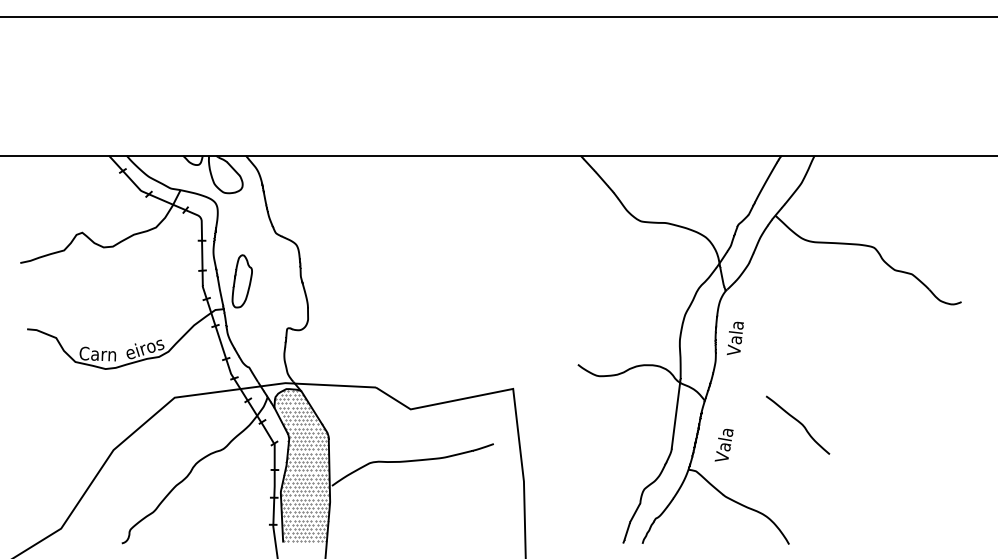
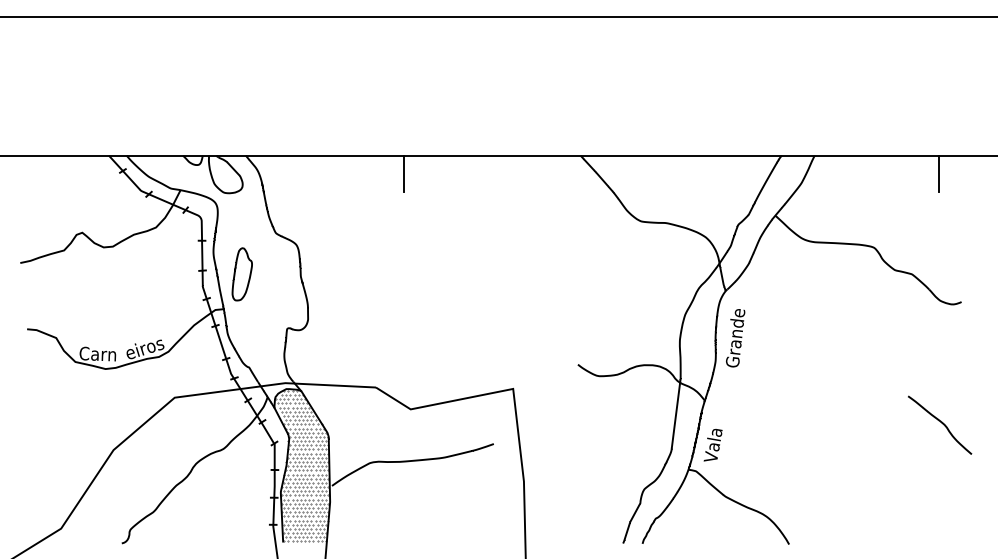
line at (404, 173): none -> present
line at (939, 173): none -> present
part at (241, 281) position: (241, 281) -> (241, 274)
text at (735, 338): Vala -> Grande
curve at (799, 423) position: (799, 423) -> (941, 423)
text at (723, 445) position: (723, 445) -> (712, 445)
